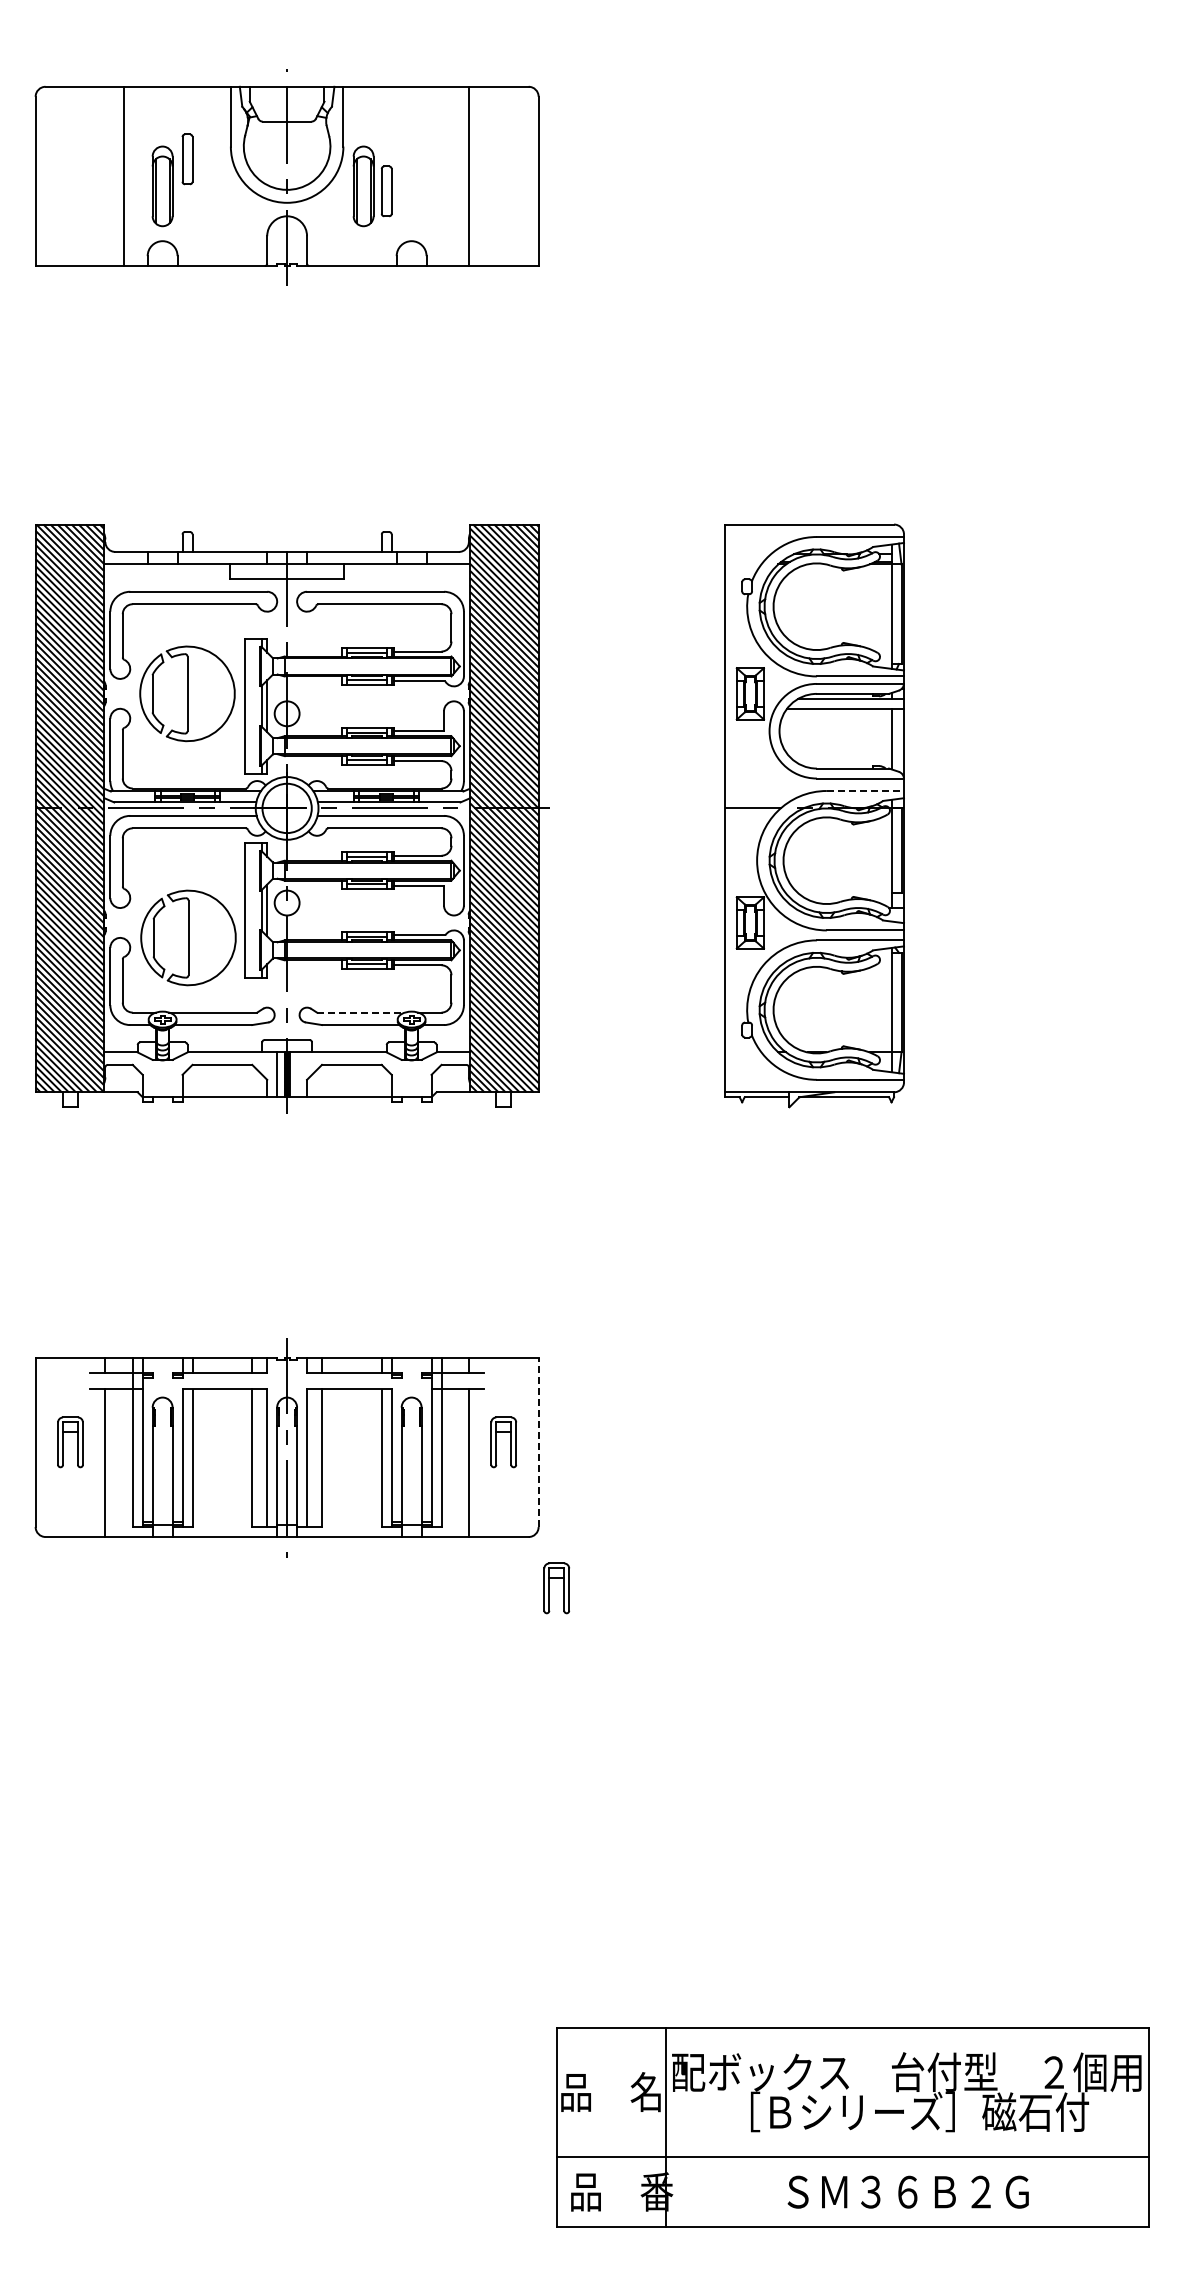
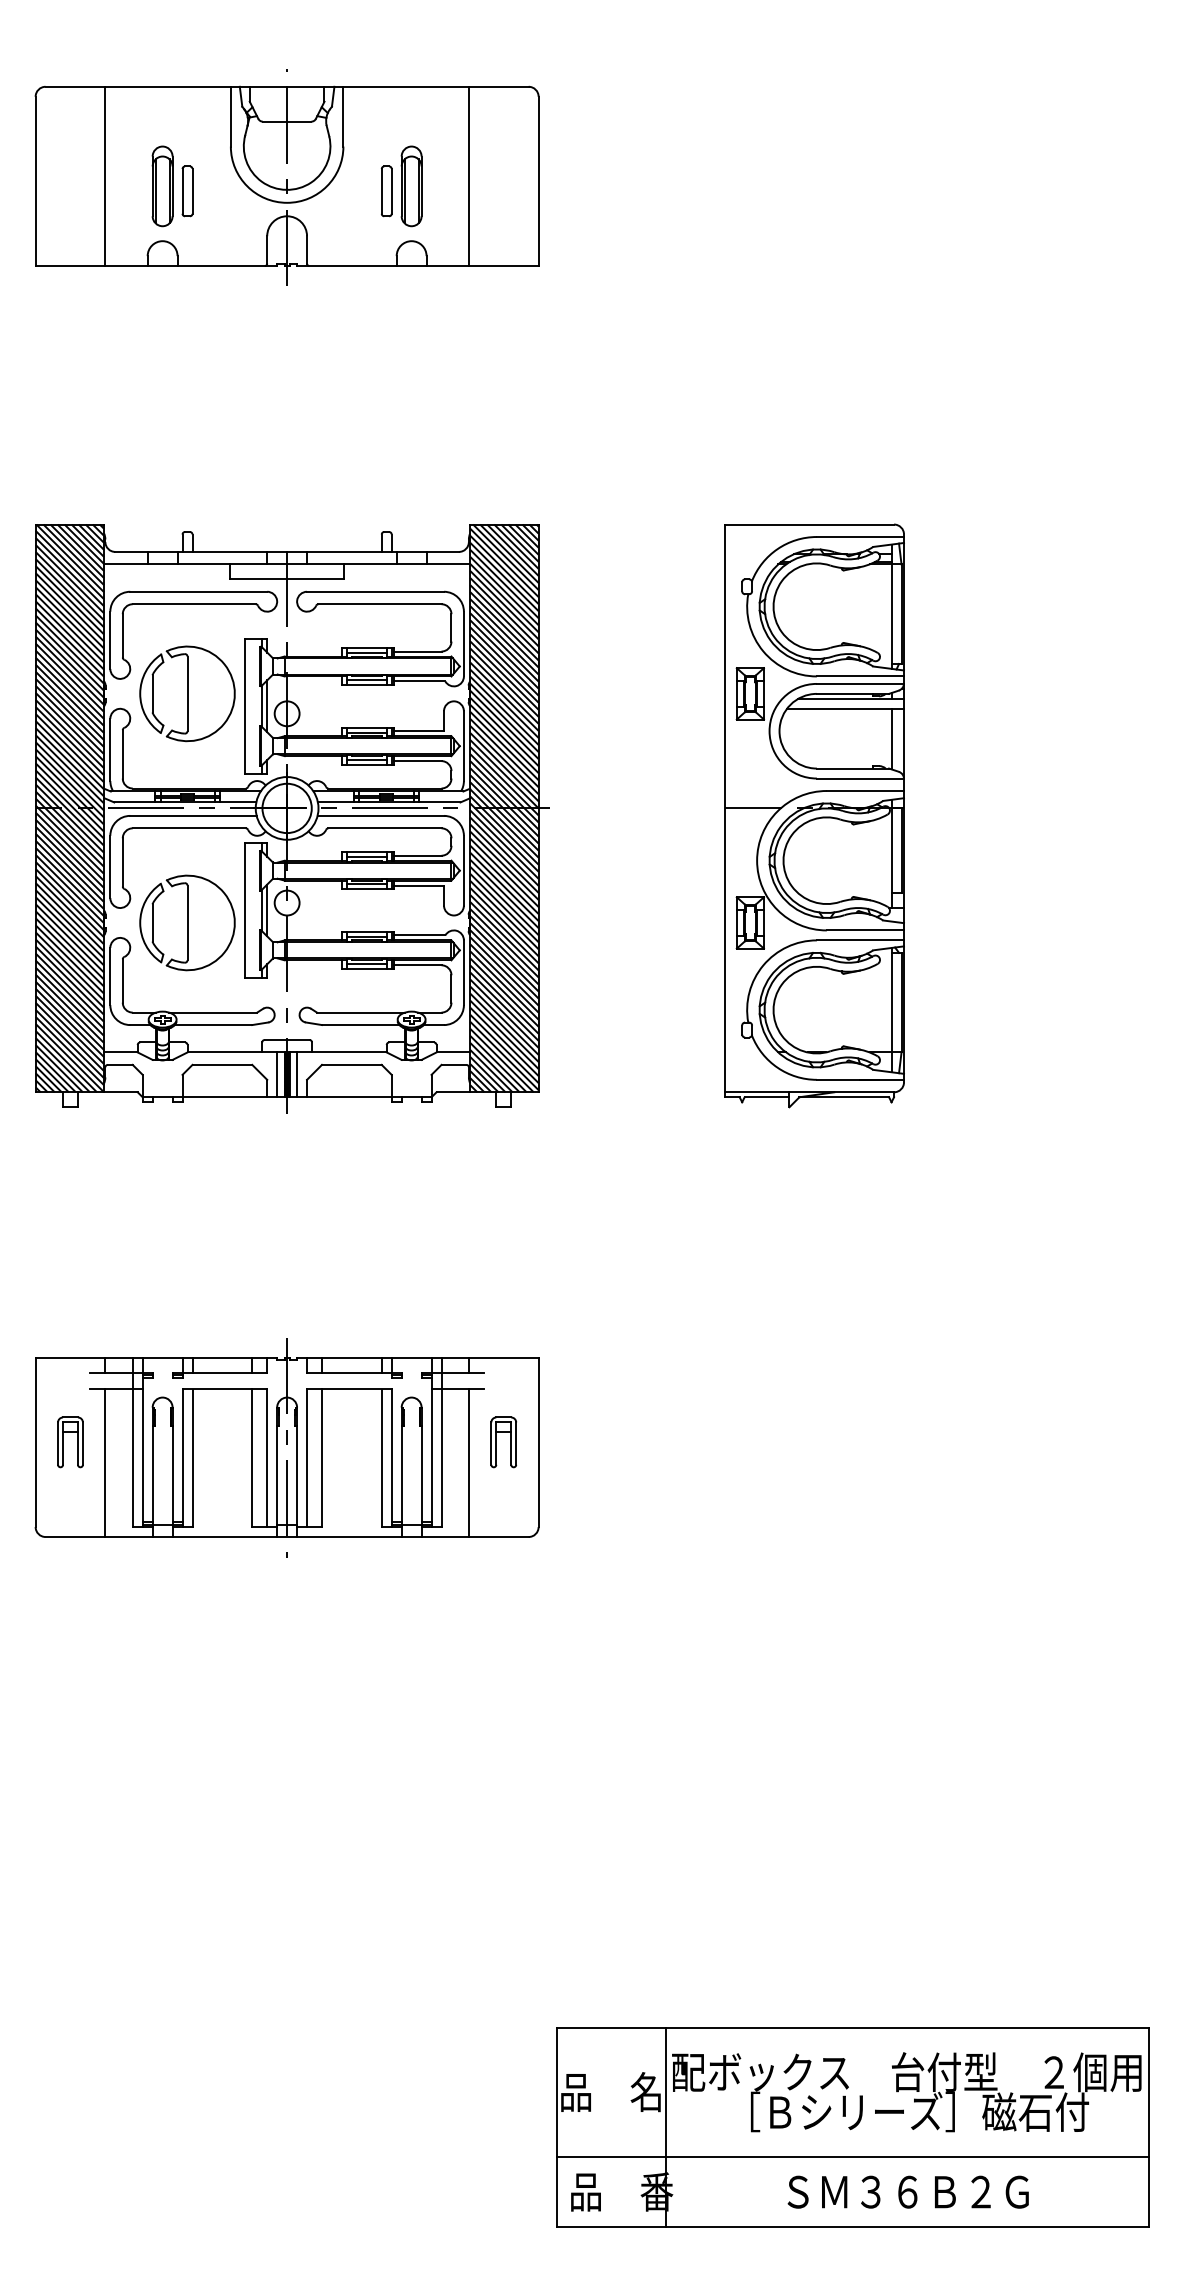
part at (187, 159) position: (187, 159) -> (187, 191)
line at (124, 176) position: (124, 176) -> (105, 176)
part at (363, 186) position: (363, 186) -> (411, 186)
line at (865, 790): dashed -> solid
part at (188, 937) position: (188, 937) -> (187, 922)
line at (361, 1012): dashed -> solid
line at (297, 1074): none -> present
line at (538, 1442): dashed -> solid
part at (549, 1588): present -> none
